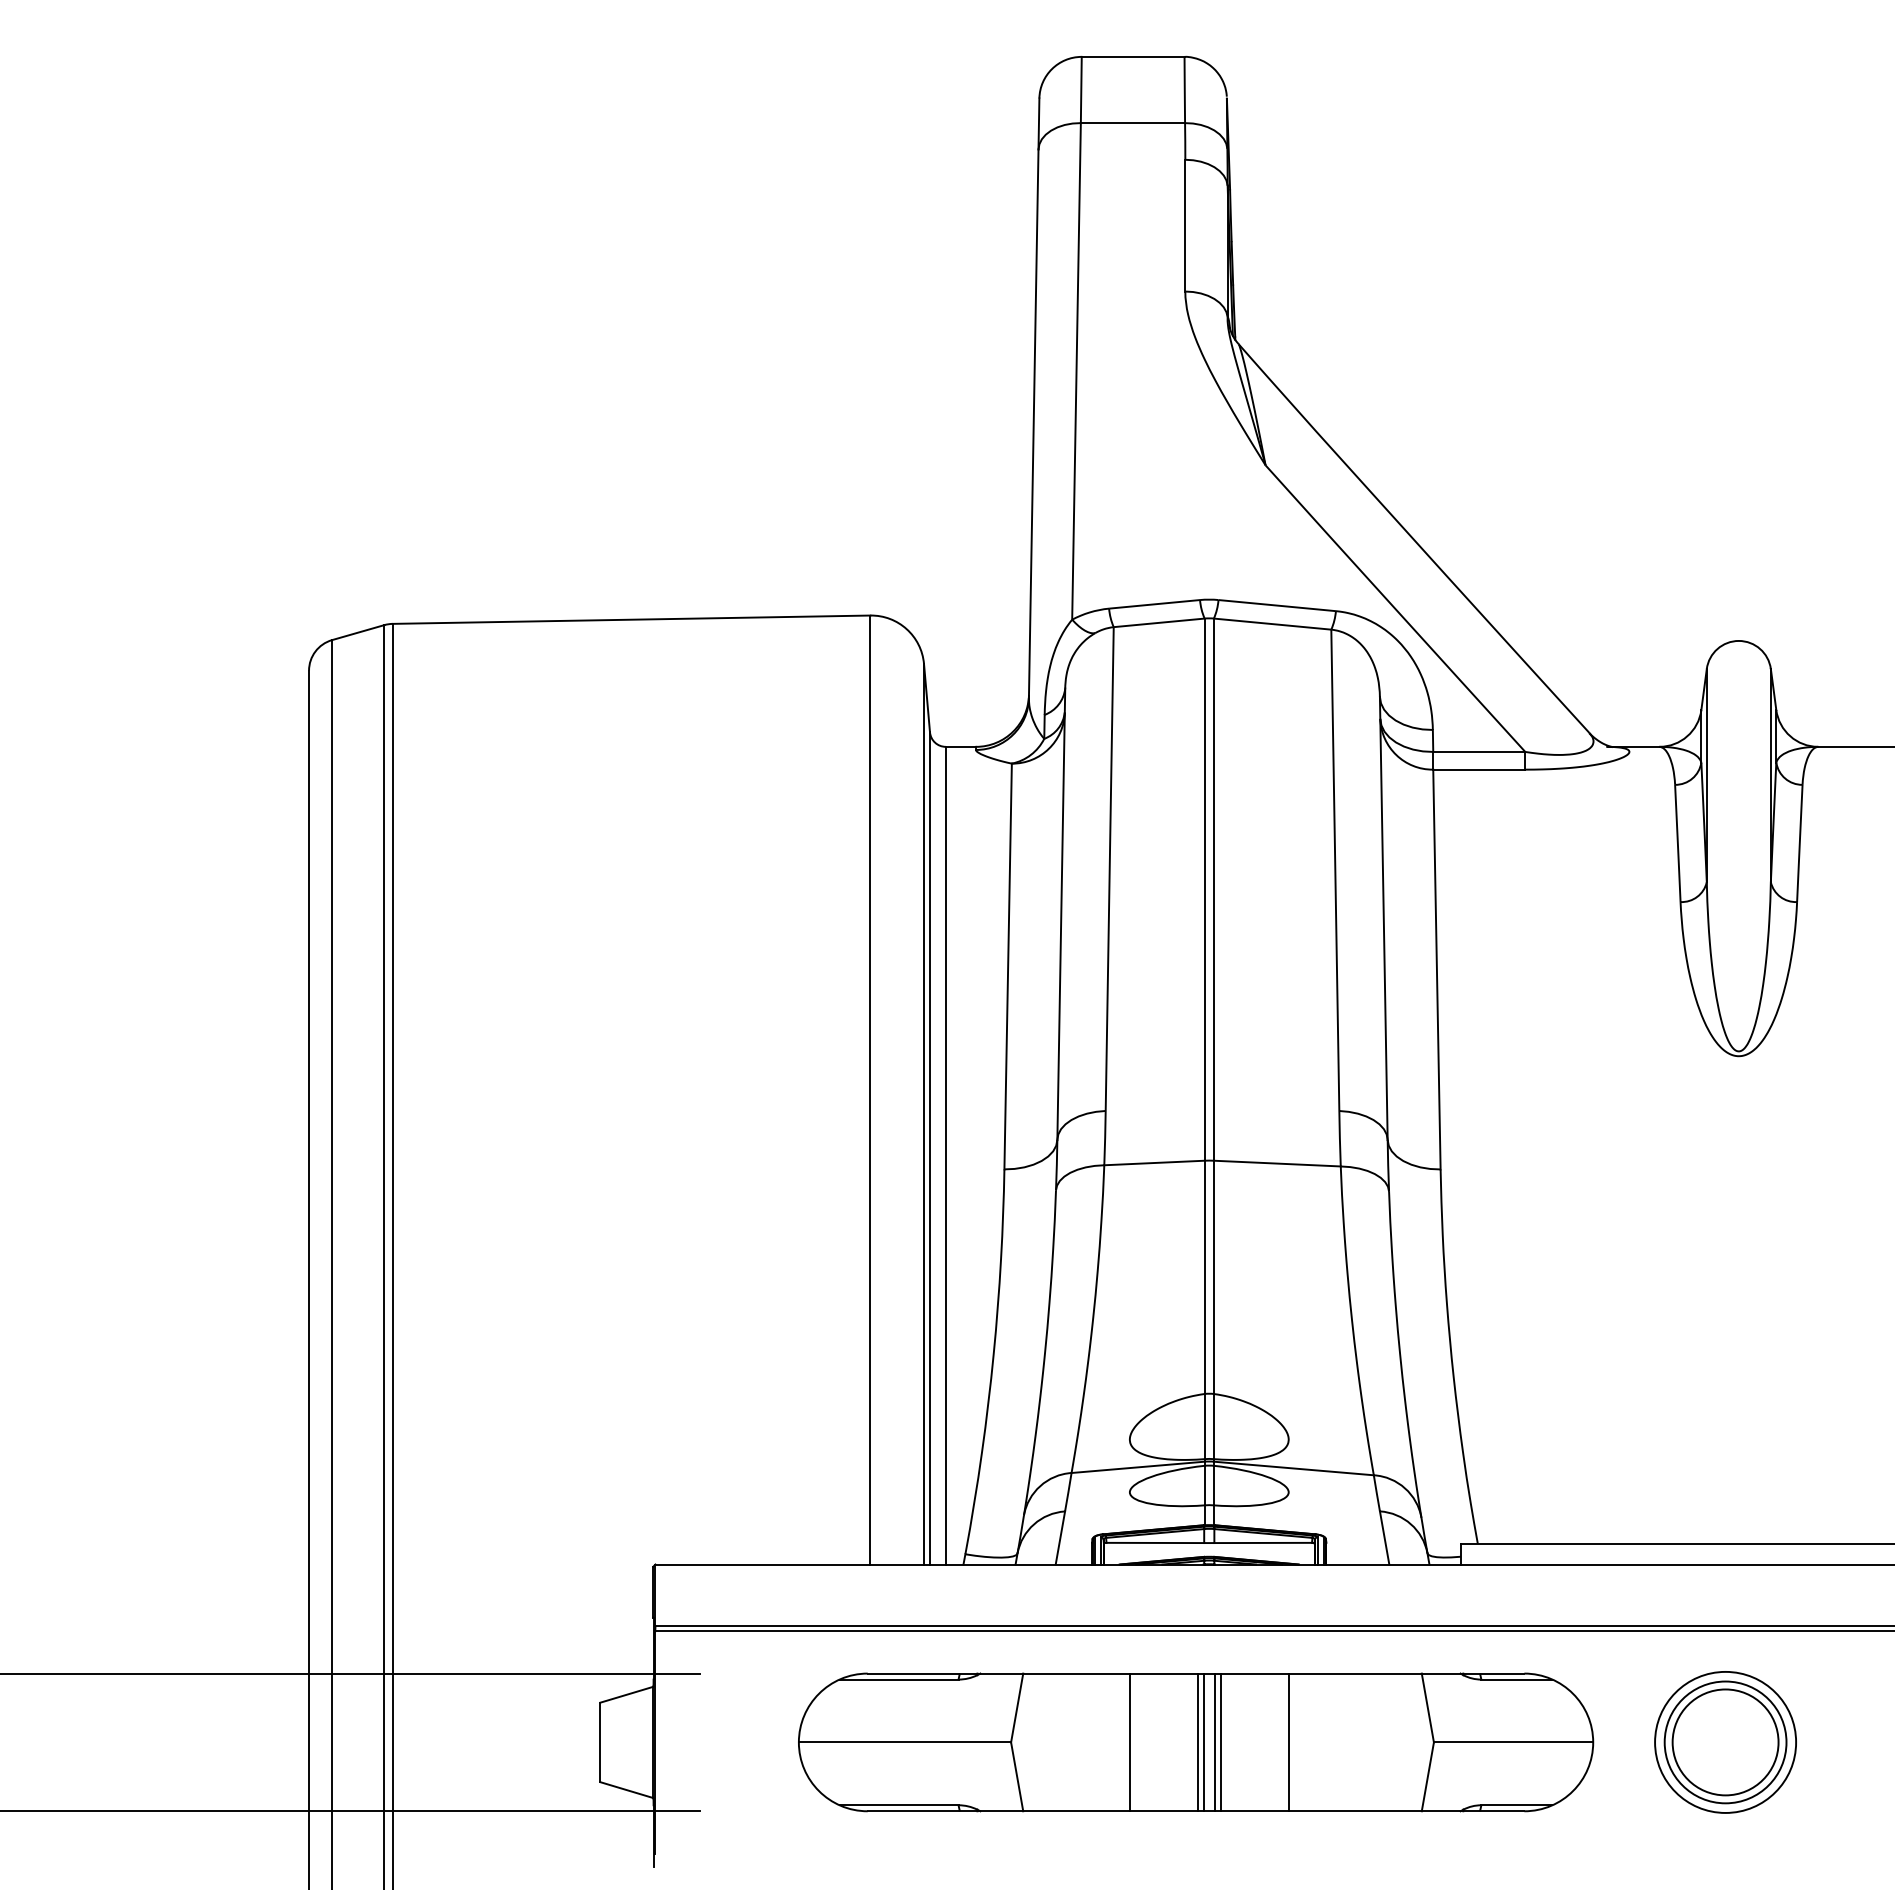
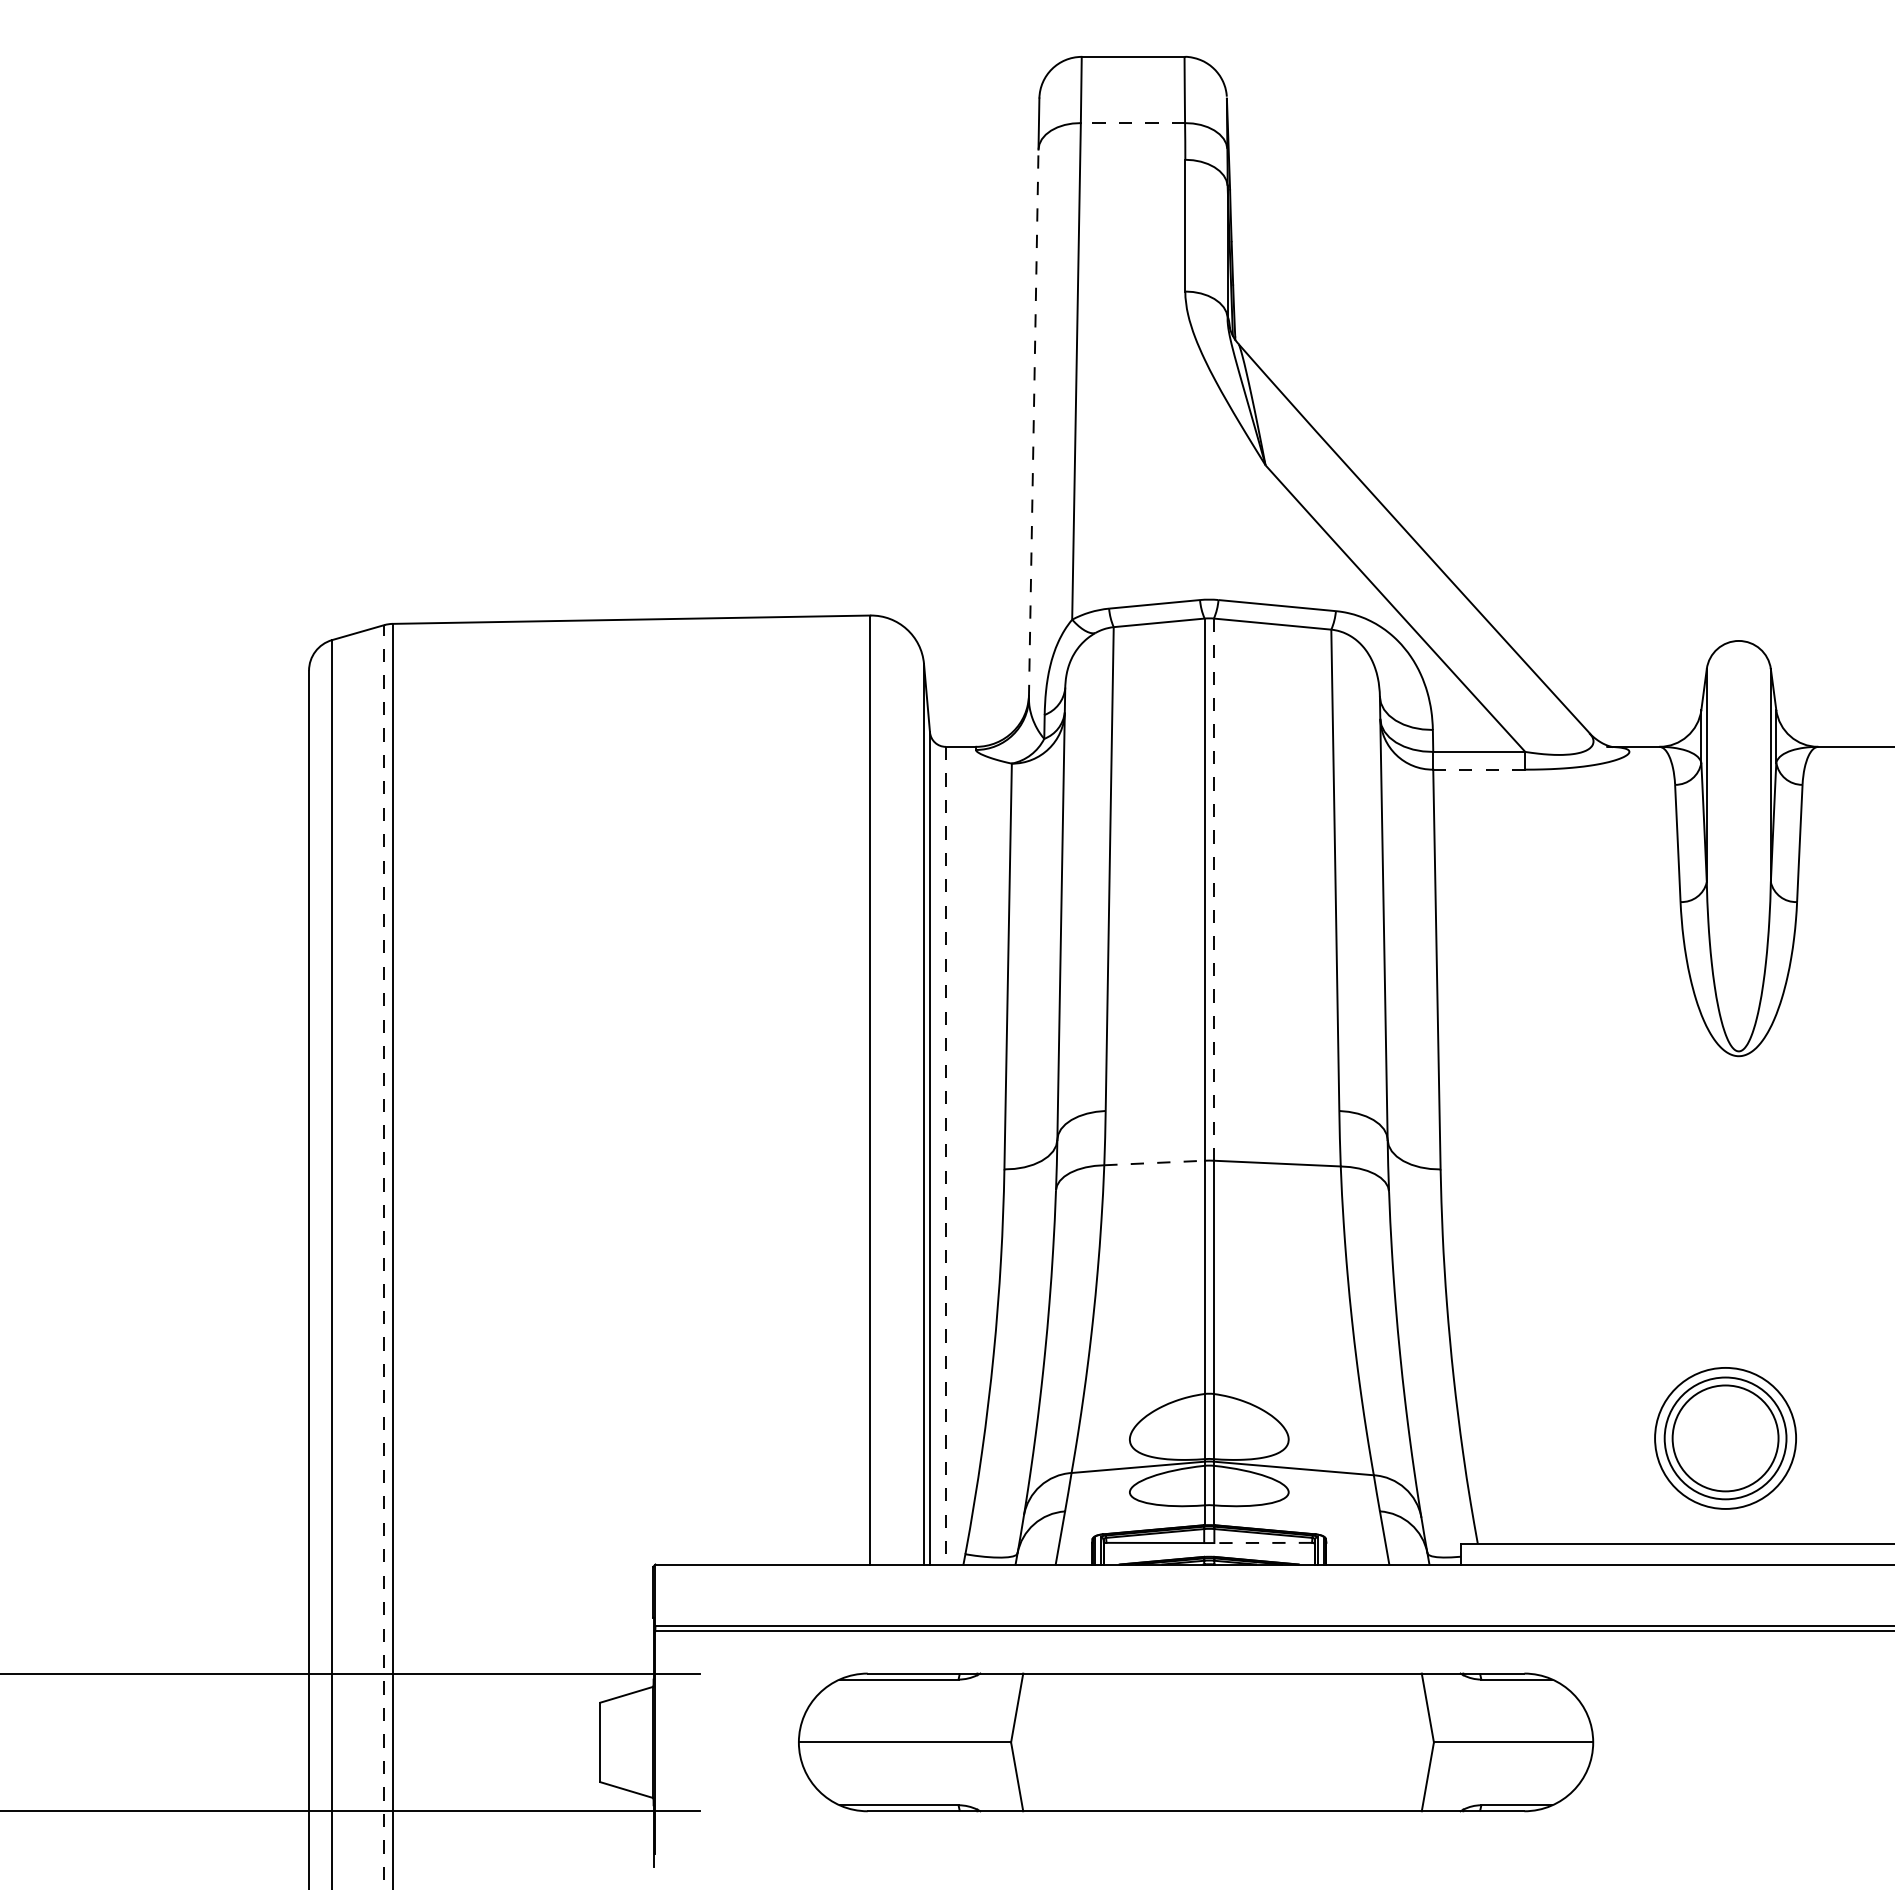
line at (1132, 123): solid -> dashed
line at (1033, 423): solid -> dashed
line at (1478, 769): solid -> dashed
line at (1213, 890): solid -> dashed
line at (945, 1155): solid -> dashed
line at (1154, 1162): solid -> dashed
line at (384, 1257): solid -> dashed
line at (1263, 1542): solid -> dashed
line at (1129, 1742): present -> none
line at (1198, 1742): present -> none
line at (1203, 1742): present -> none
line at (1215, 1742): present -> none
line at (1220, 1742): present -> none
line at (1288, 1742): present -> none
part at (1725, 1742) position: (1725, 1742) -> (1725, 1438)
